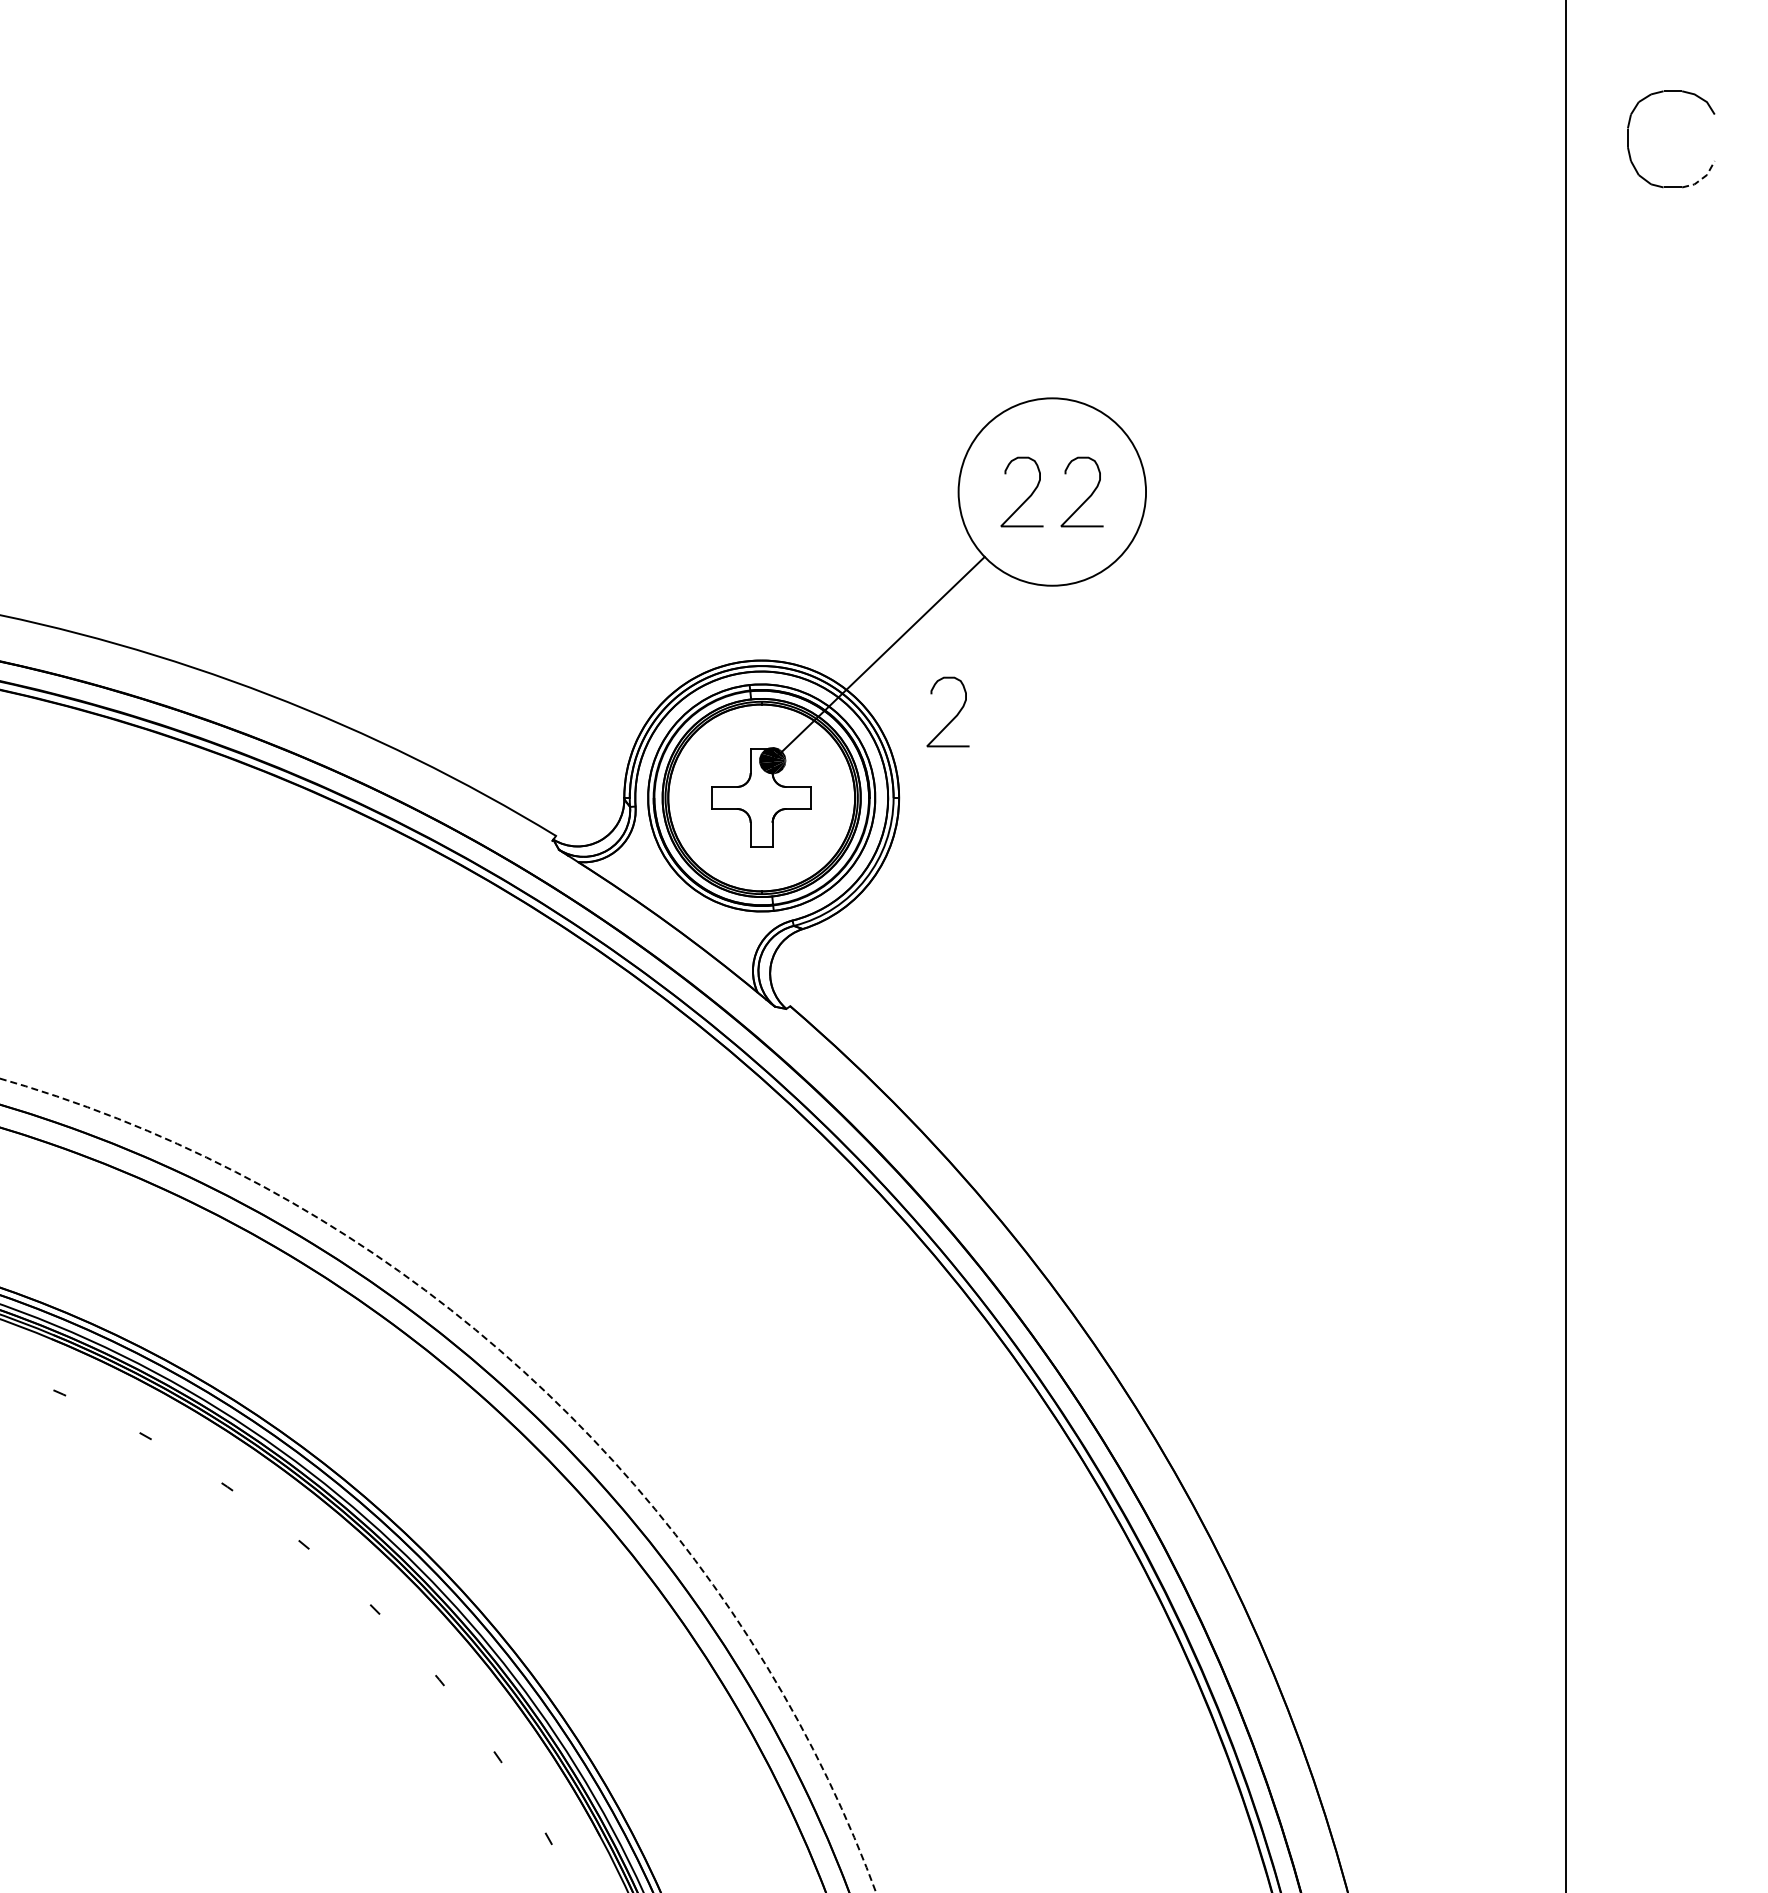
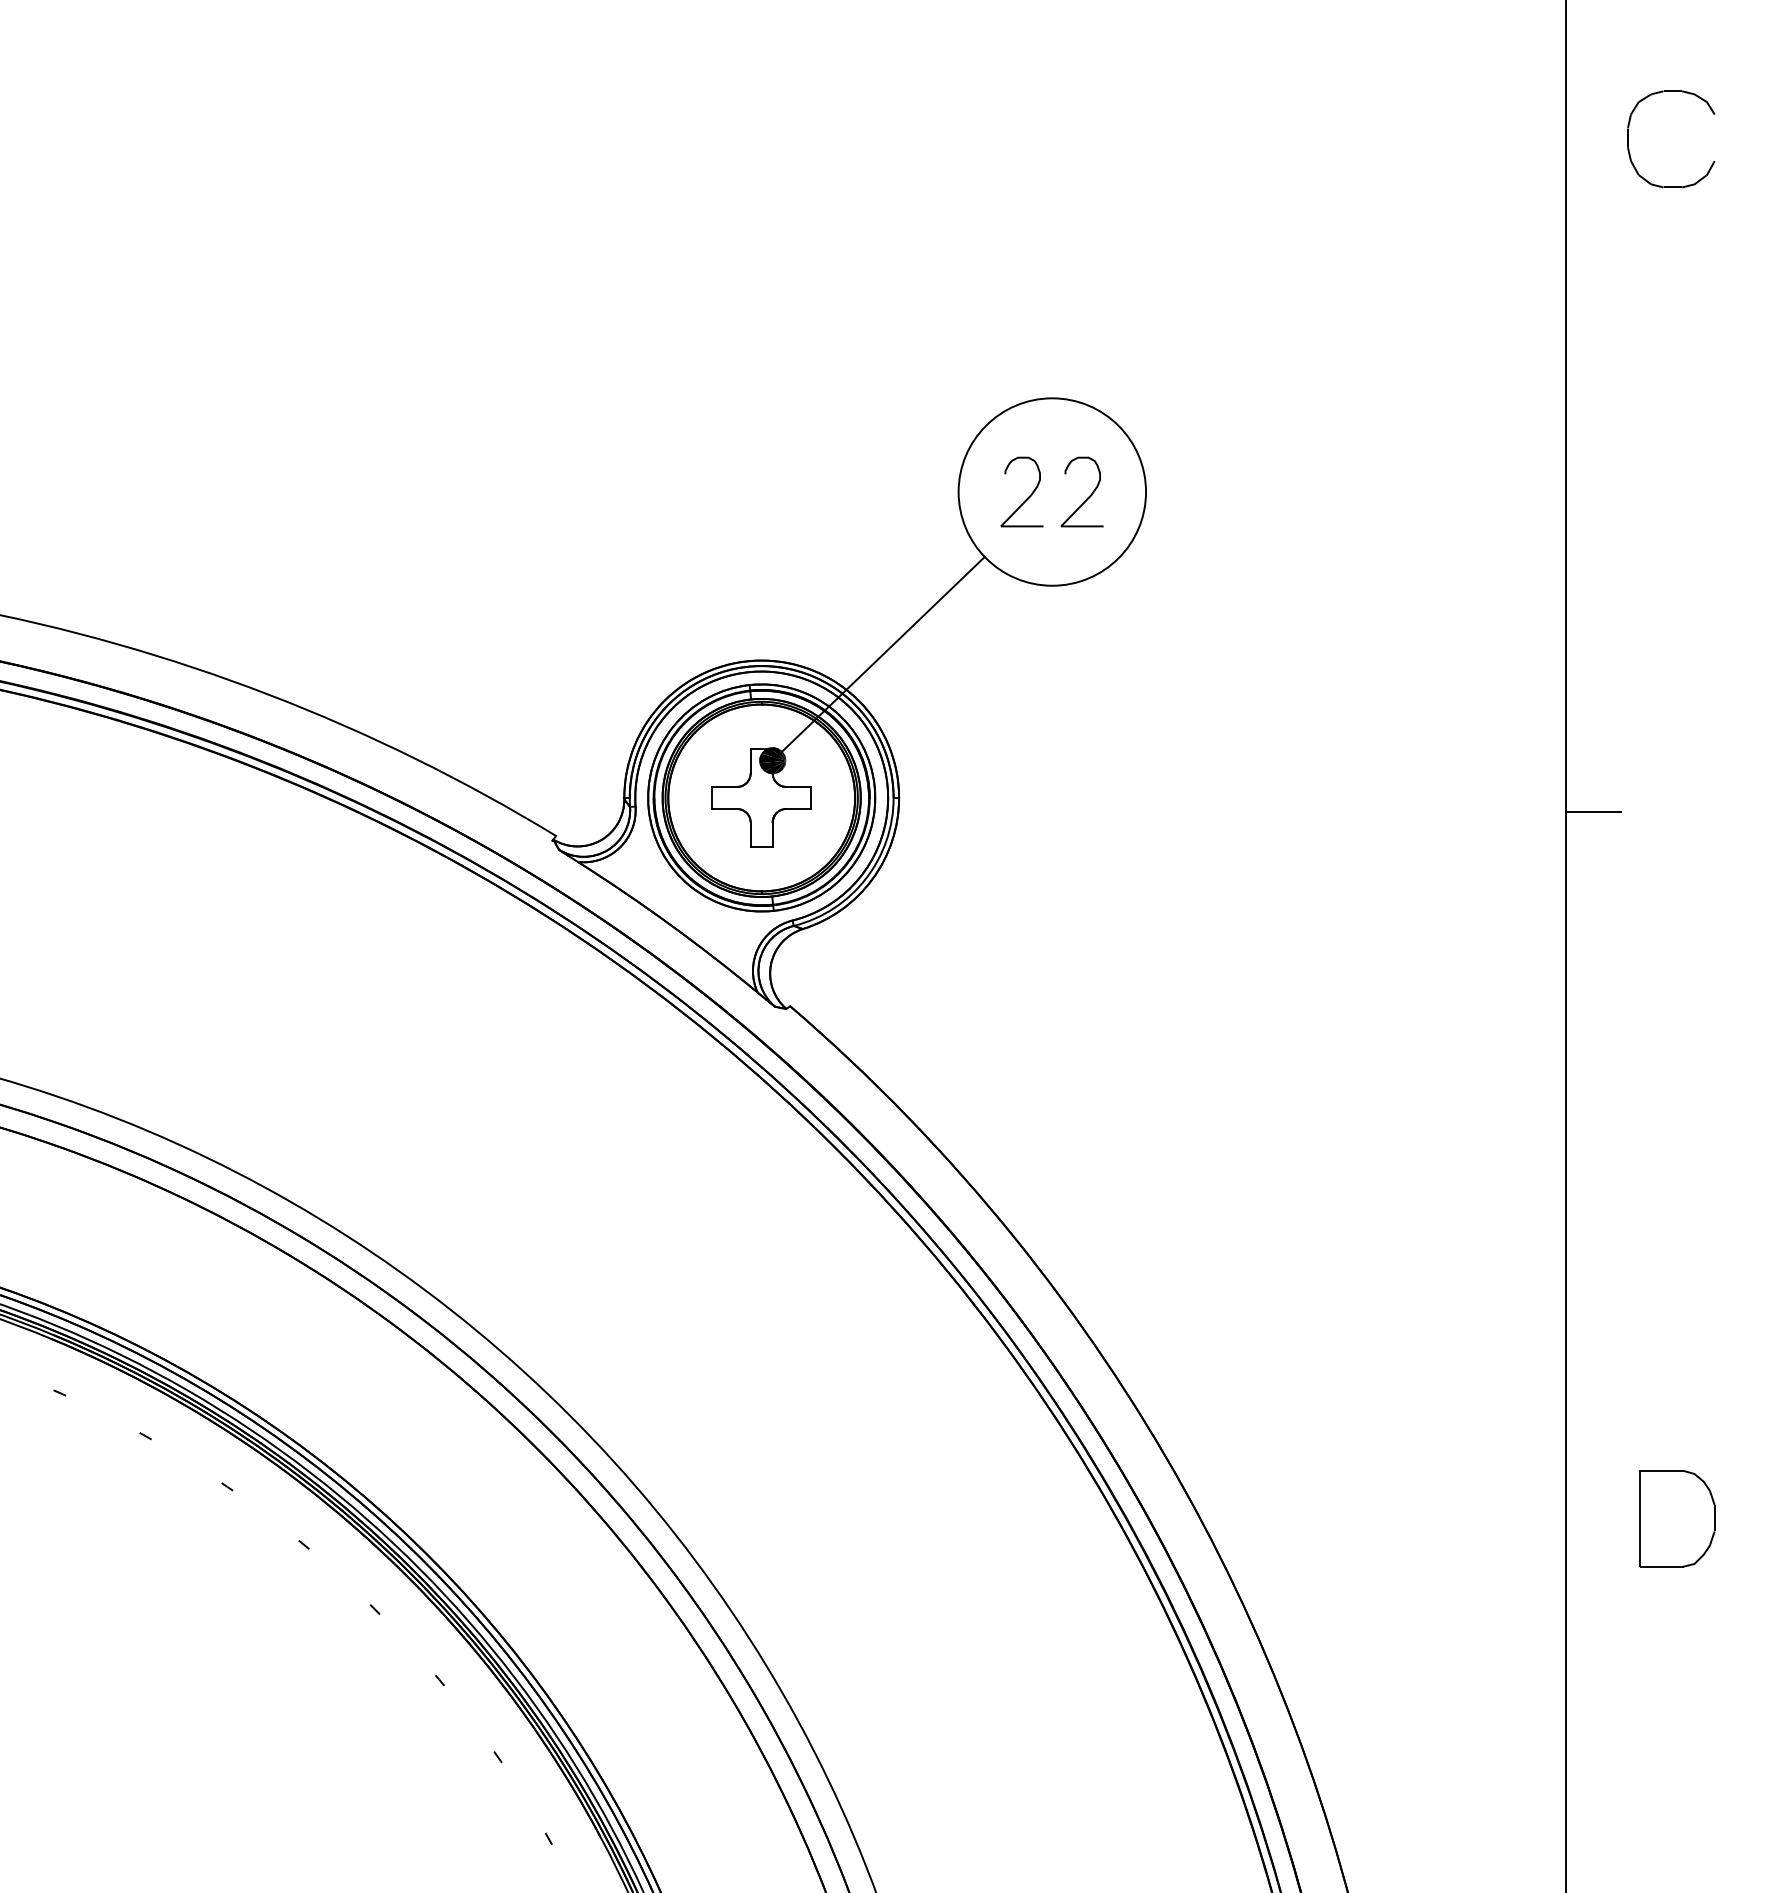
line at (1702, 178): dashed -> solid
curve at (953, 717): present -> none
line at (1593, 812): none -> present
arc at (533, 1380): dashed -> solid
part at (1677, 1518): none -> present
